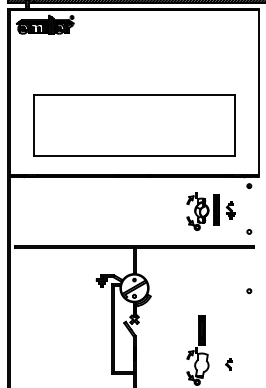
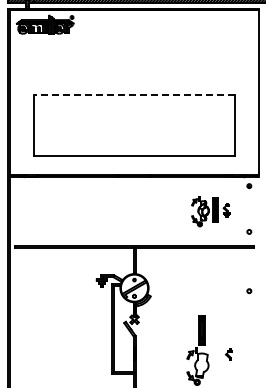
line at (134, 95): solid -> dashed
part at (210, 211) size: 50x39 px -> 40x32 px
part at (228, 364) position: (228, 364) -> (228, 354)
